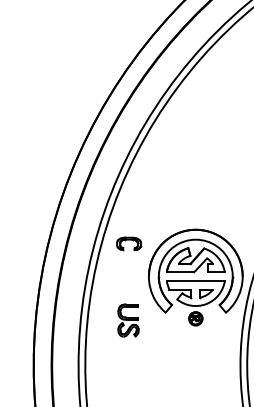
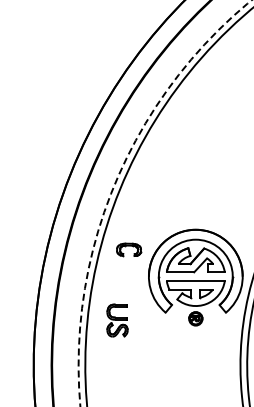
arc at (115, 182): solid -> dashed
part at (129, 243) position: (129, 243) -> (129, 249)
part at (128, 320) position: (128, 320) -> (117, 320)
